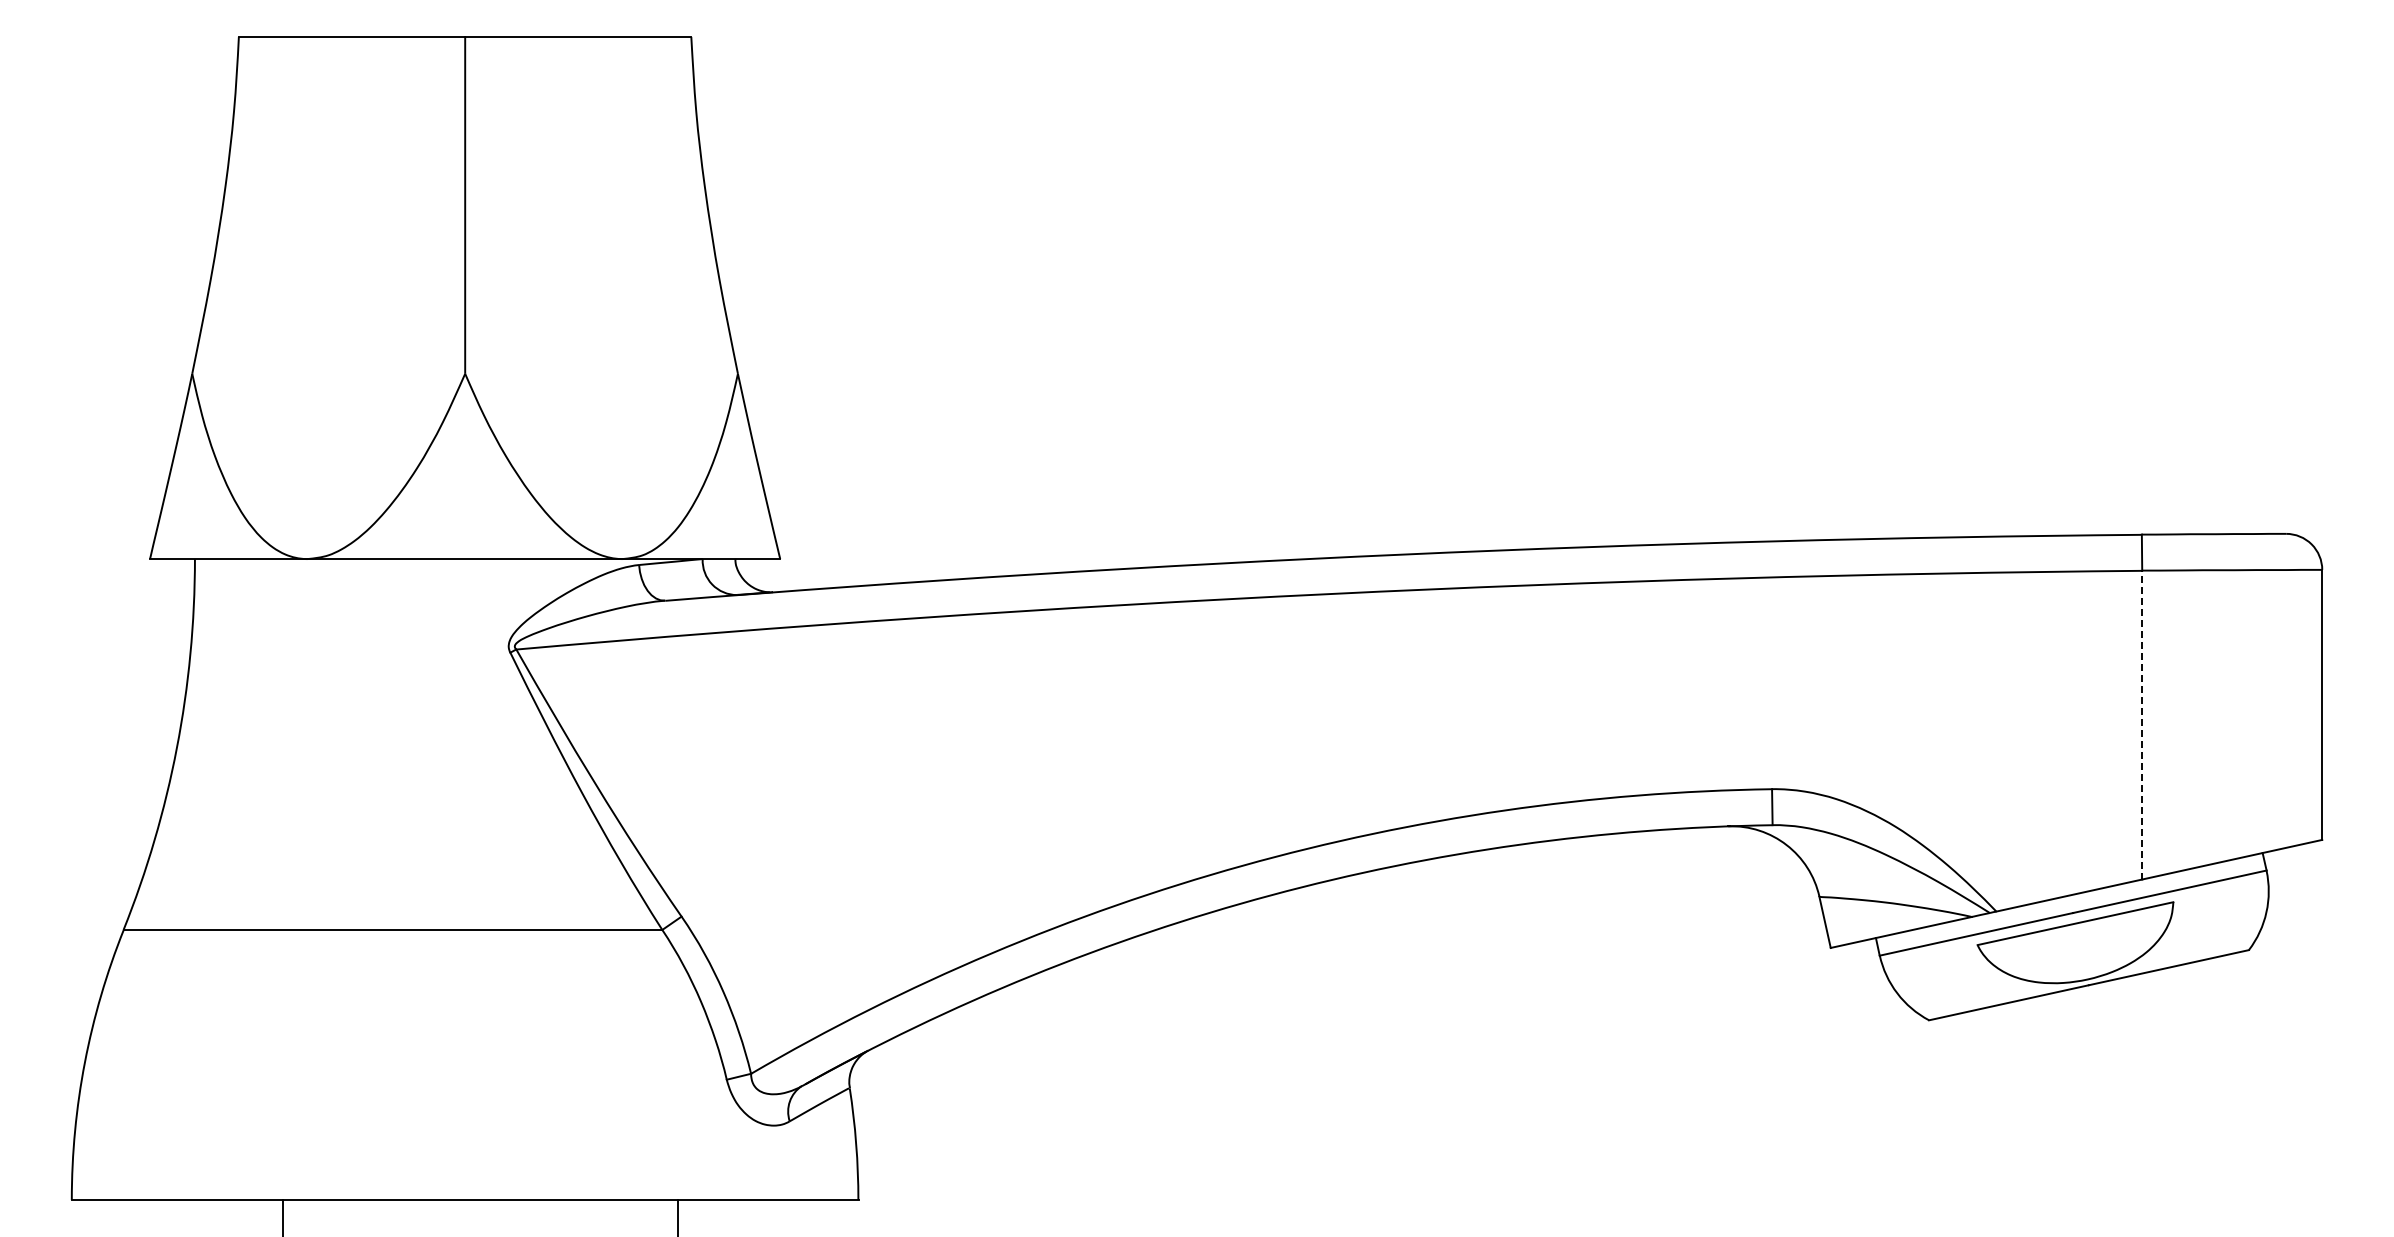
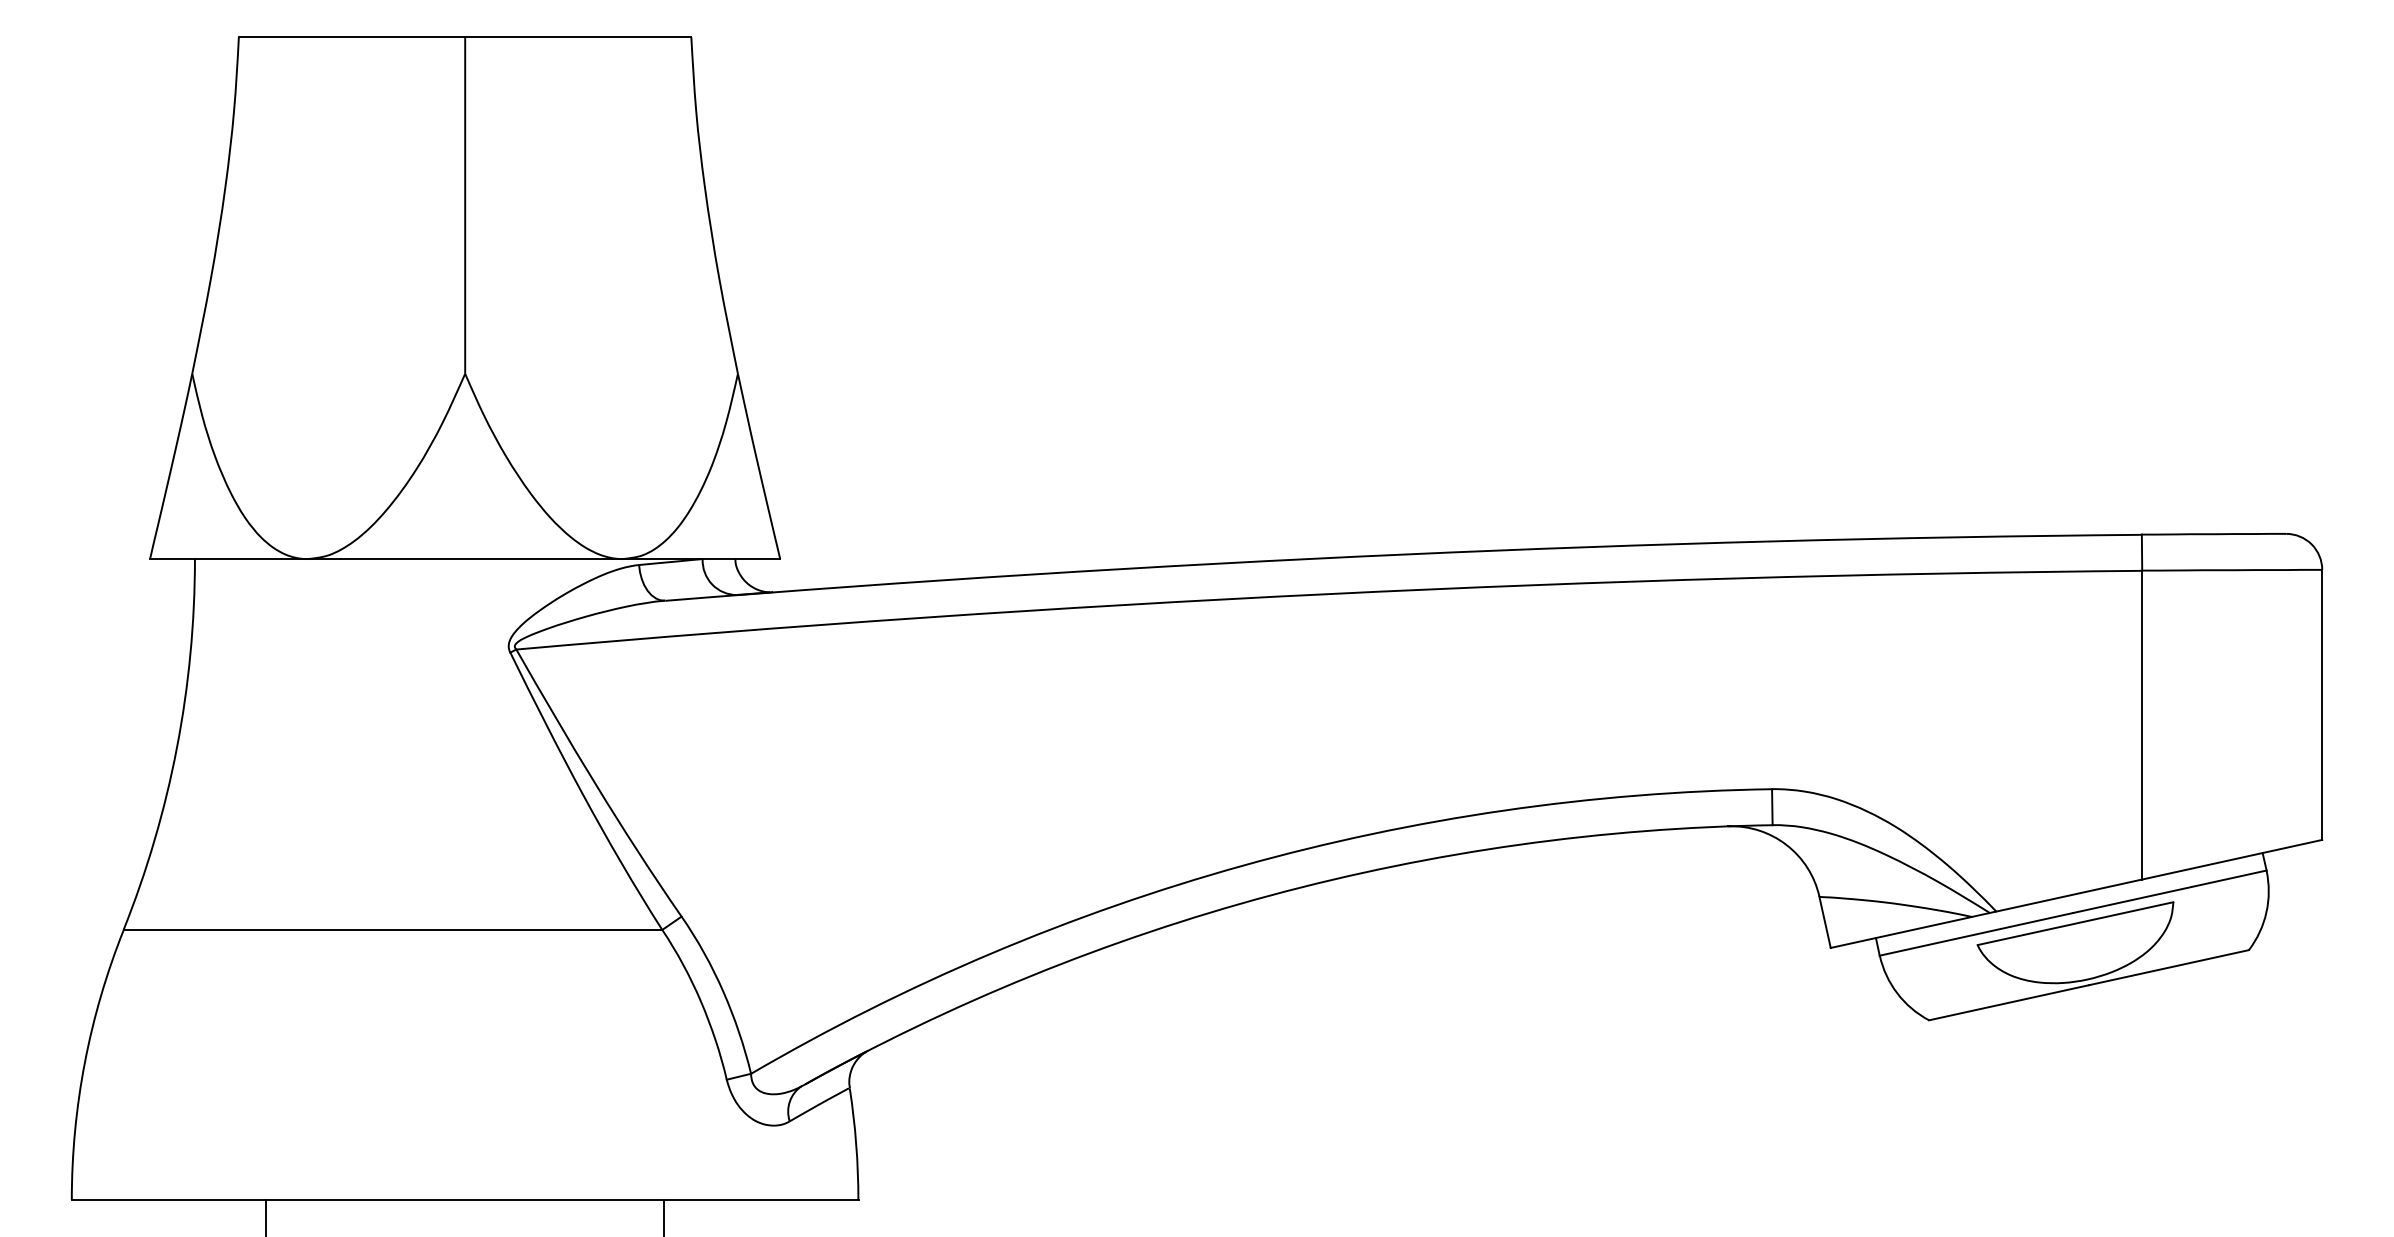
line at (2142, 724): dashed -> solid
line at (283, 1216) position: (283, 1216) -> (266, 1216)
line at (678, 1216) position: (678, 1216) -> (664, 1216)
